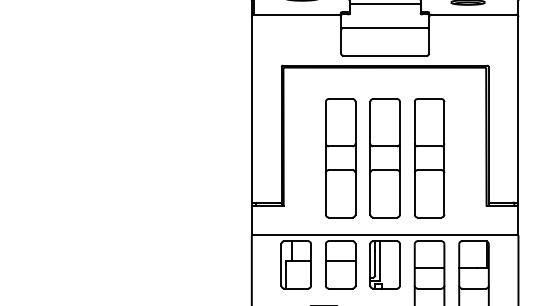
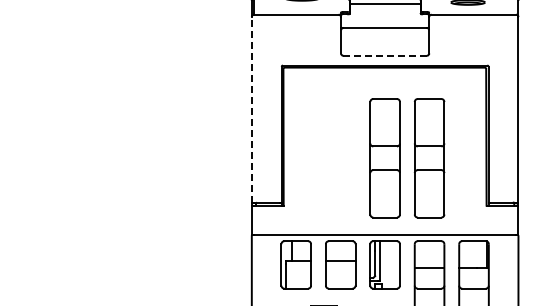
line at (385, 55): solid -> dashed
line at (251, 109): solid -> dashed
part at (340, 158): present -> none
